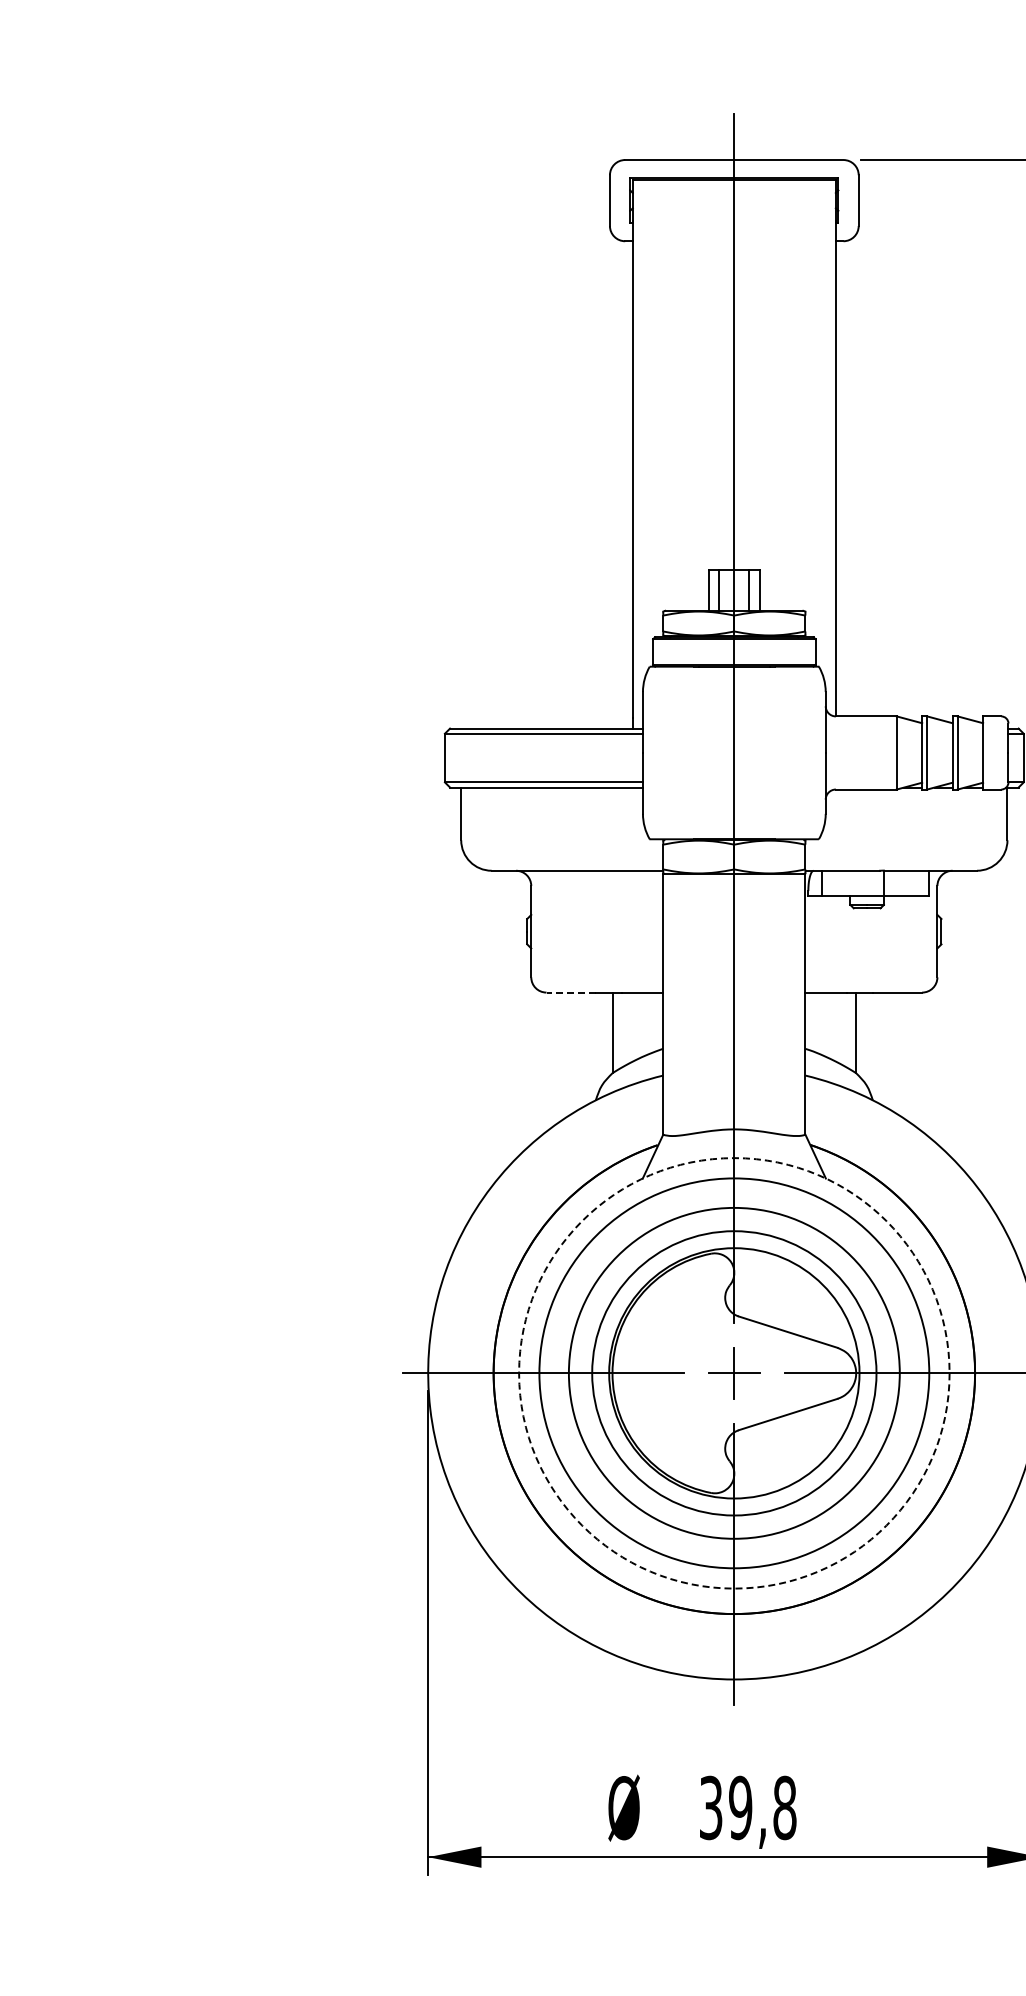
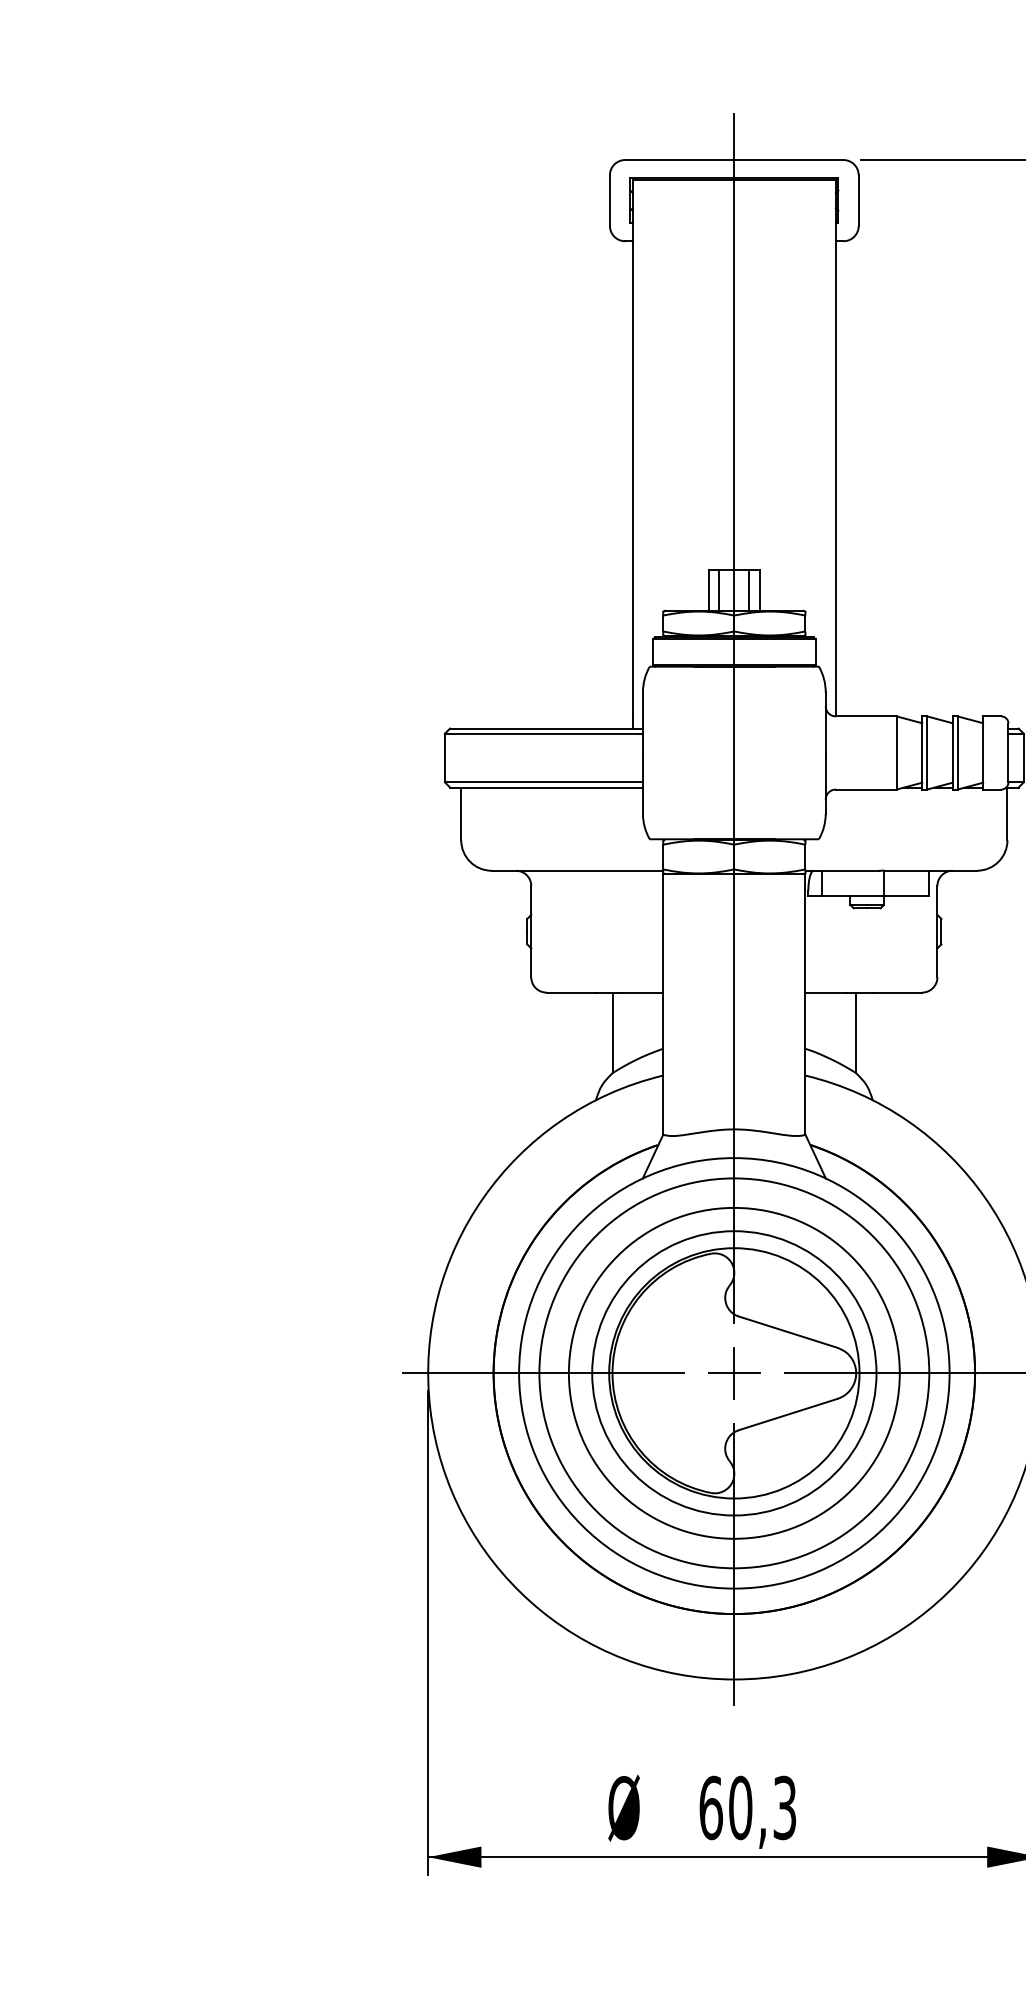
line at (571, 992): dashed -> solid
circle at (734, 1373): dashed -> solid
text at (747, 1807): 39,8 -> 60,3
